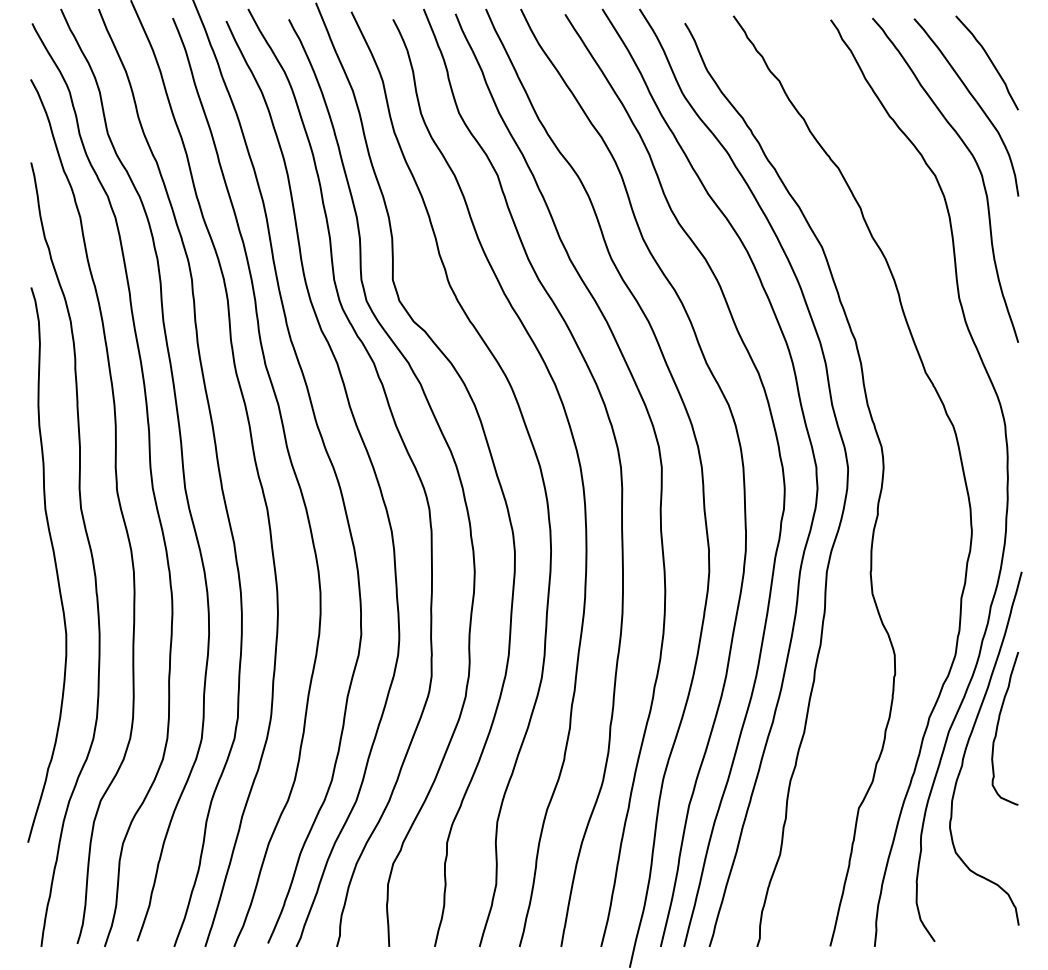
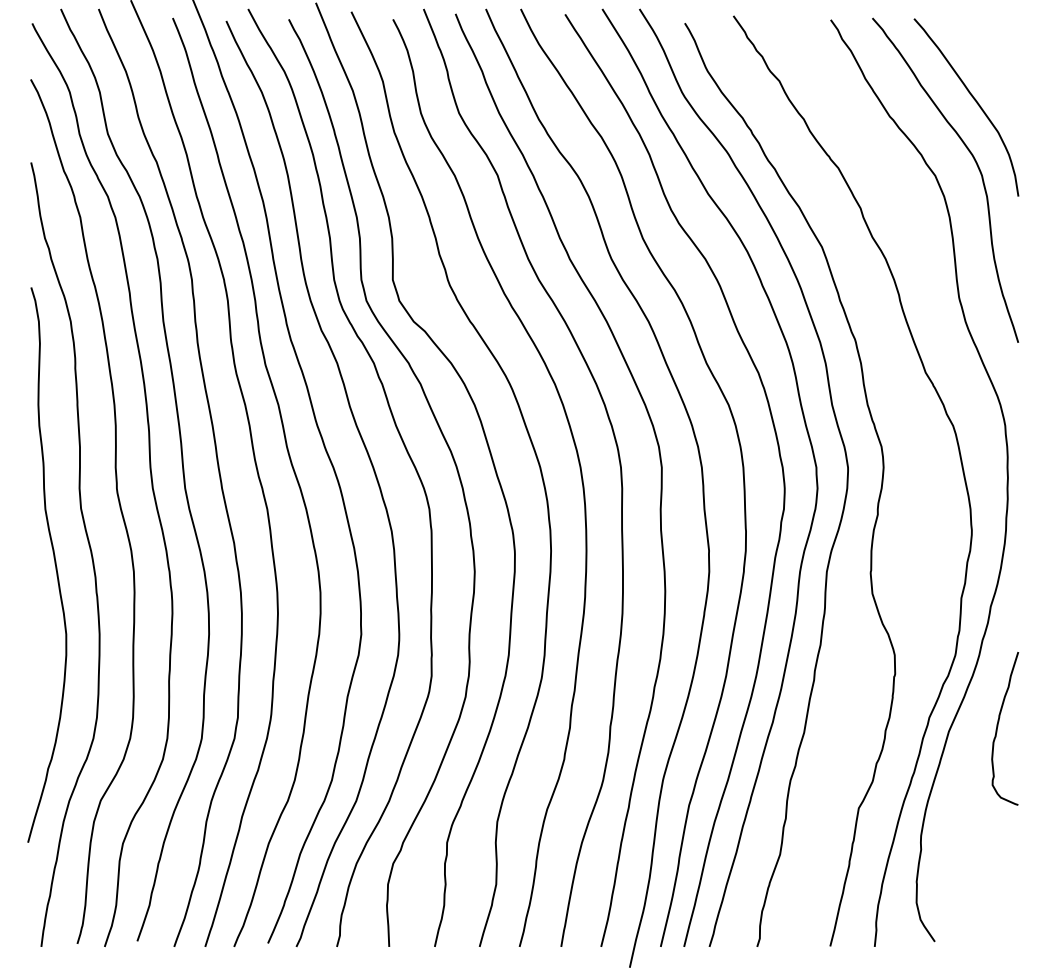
curve at (989, 60): present -> none
curve at (969, 741): present -> none
